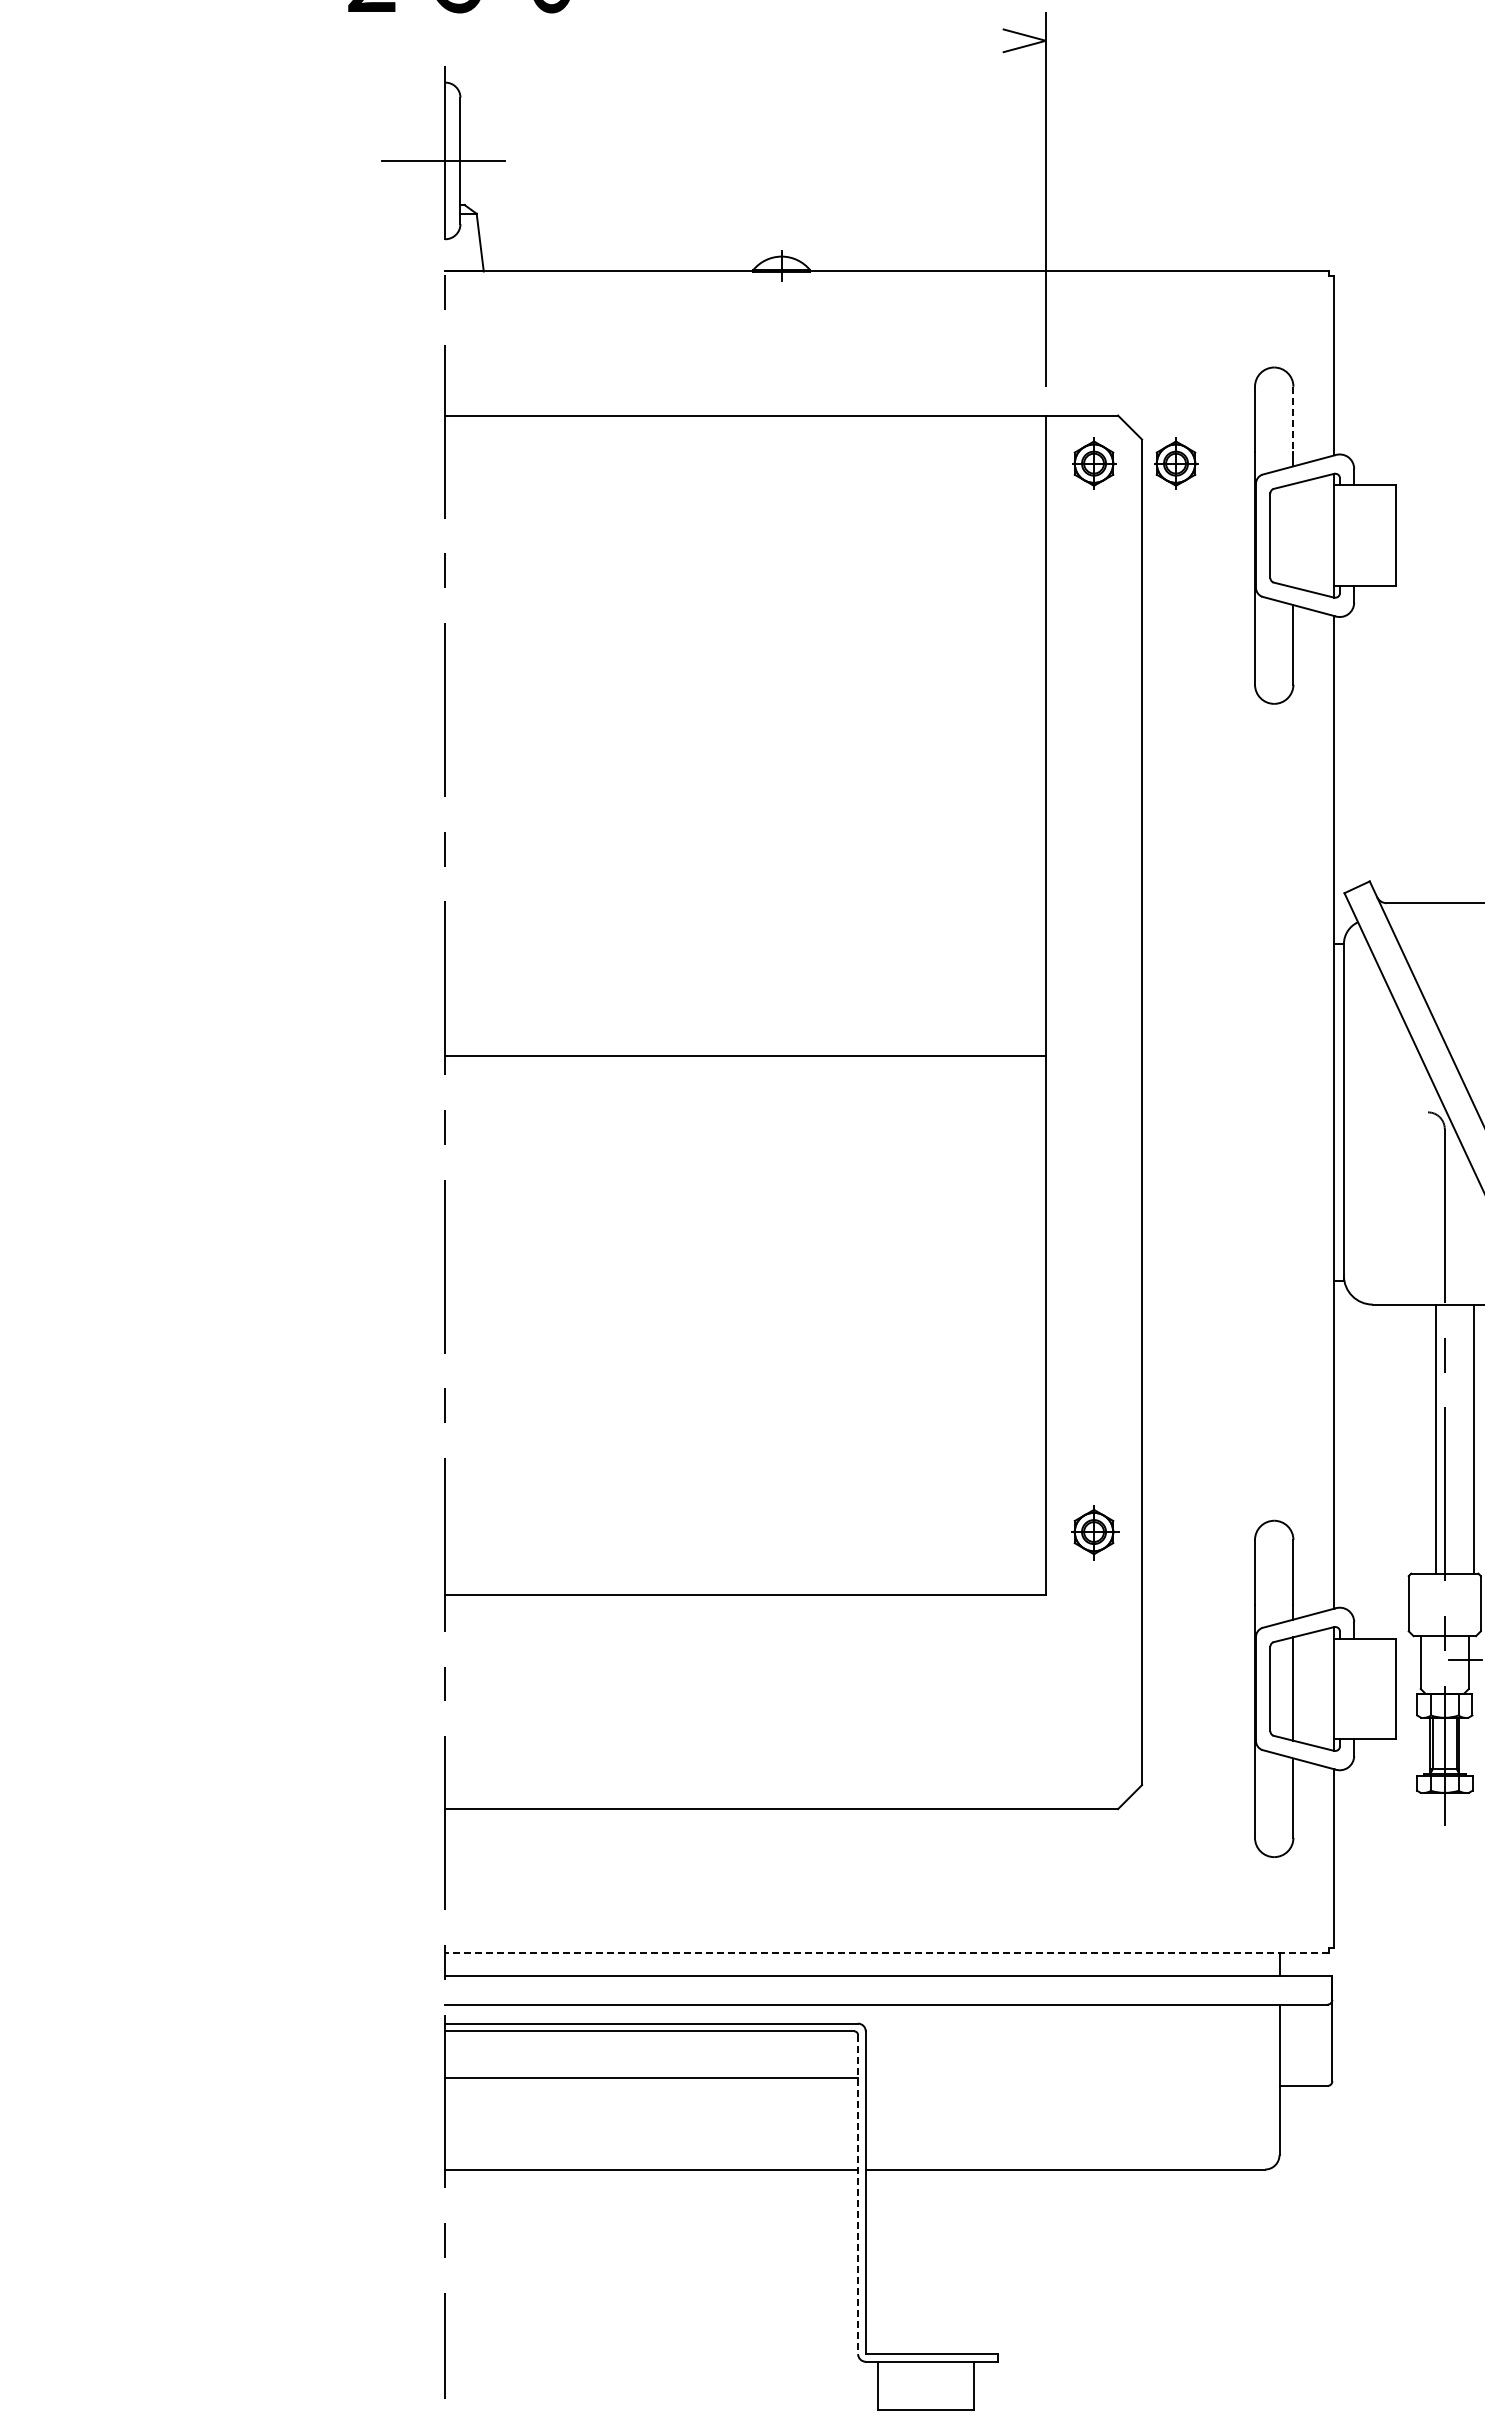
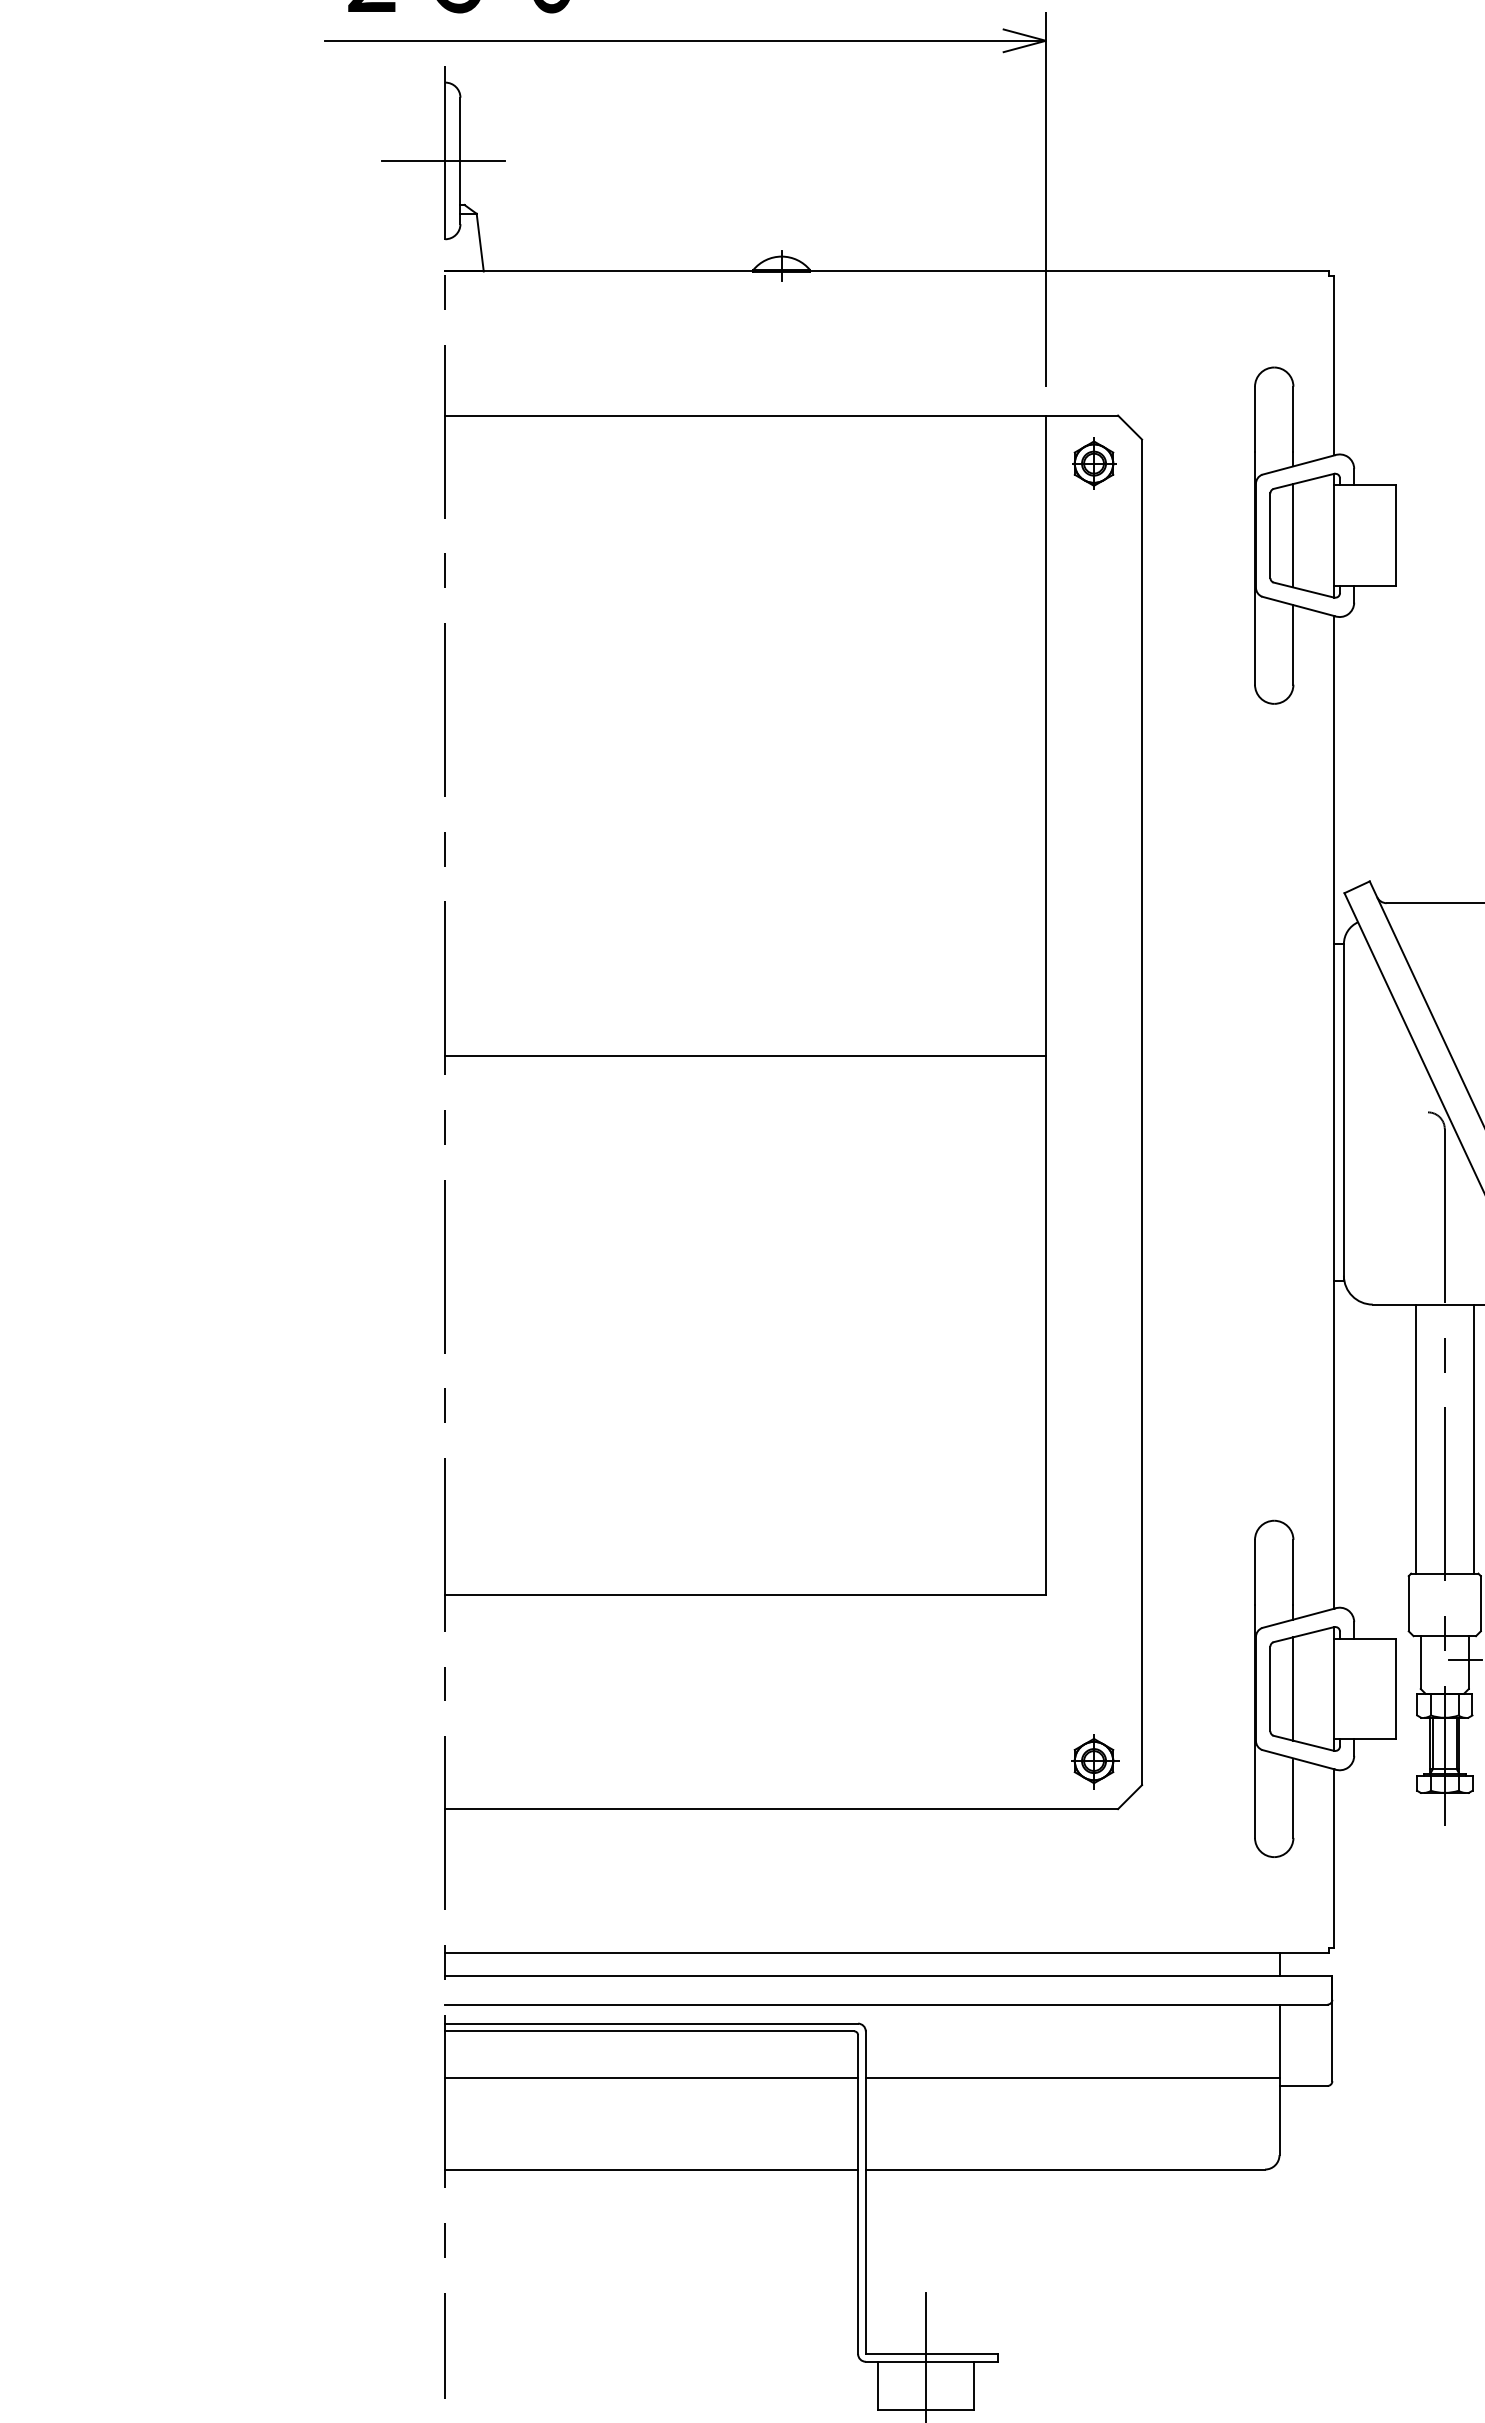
line at (685, 40): none -> present
line at (1293, 419): dashed -> solid
part at (1176, 463): present -> none
line at (1293, 535): none -> present
line at (1435, 1438) position: (1435, 1438) -> (1415, 1438)
part at (1095, 1532) position: (1095, 1532) -> (1095, 1761)
line at (886, 1953): dashed -> solid
line at (1072, 2078): none -> present
line at (858, 2195): dashed -> solid
line at (925, 2356): none -> present
